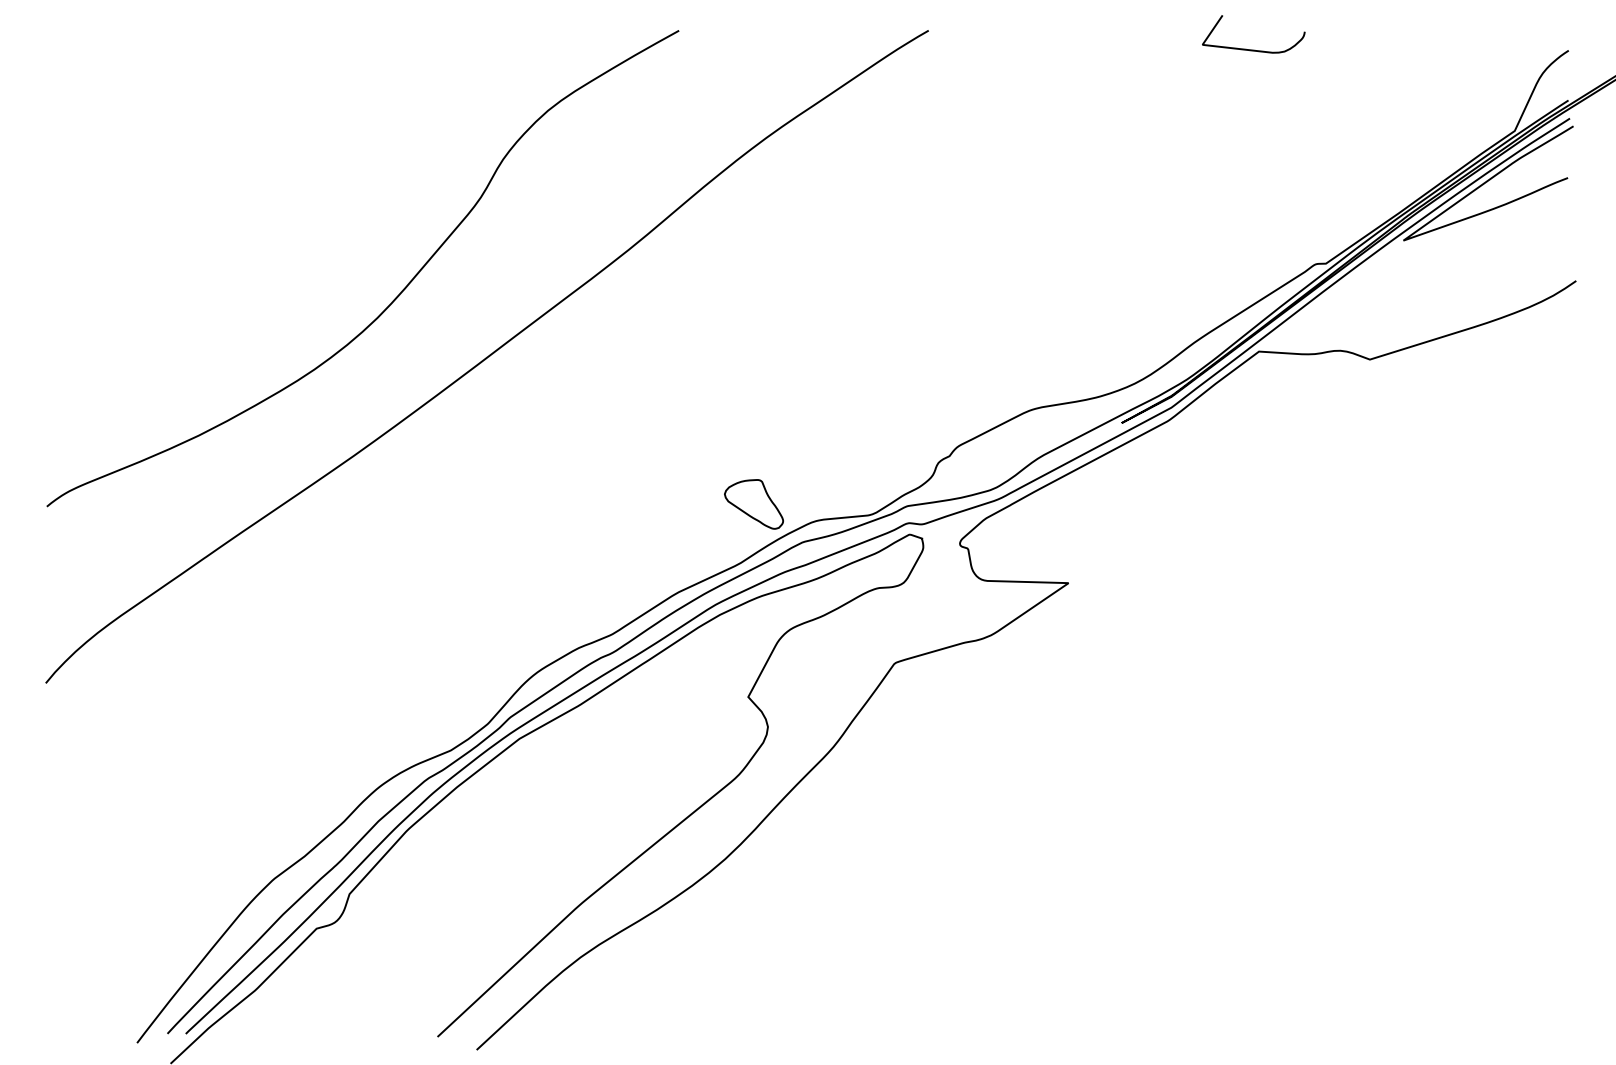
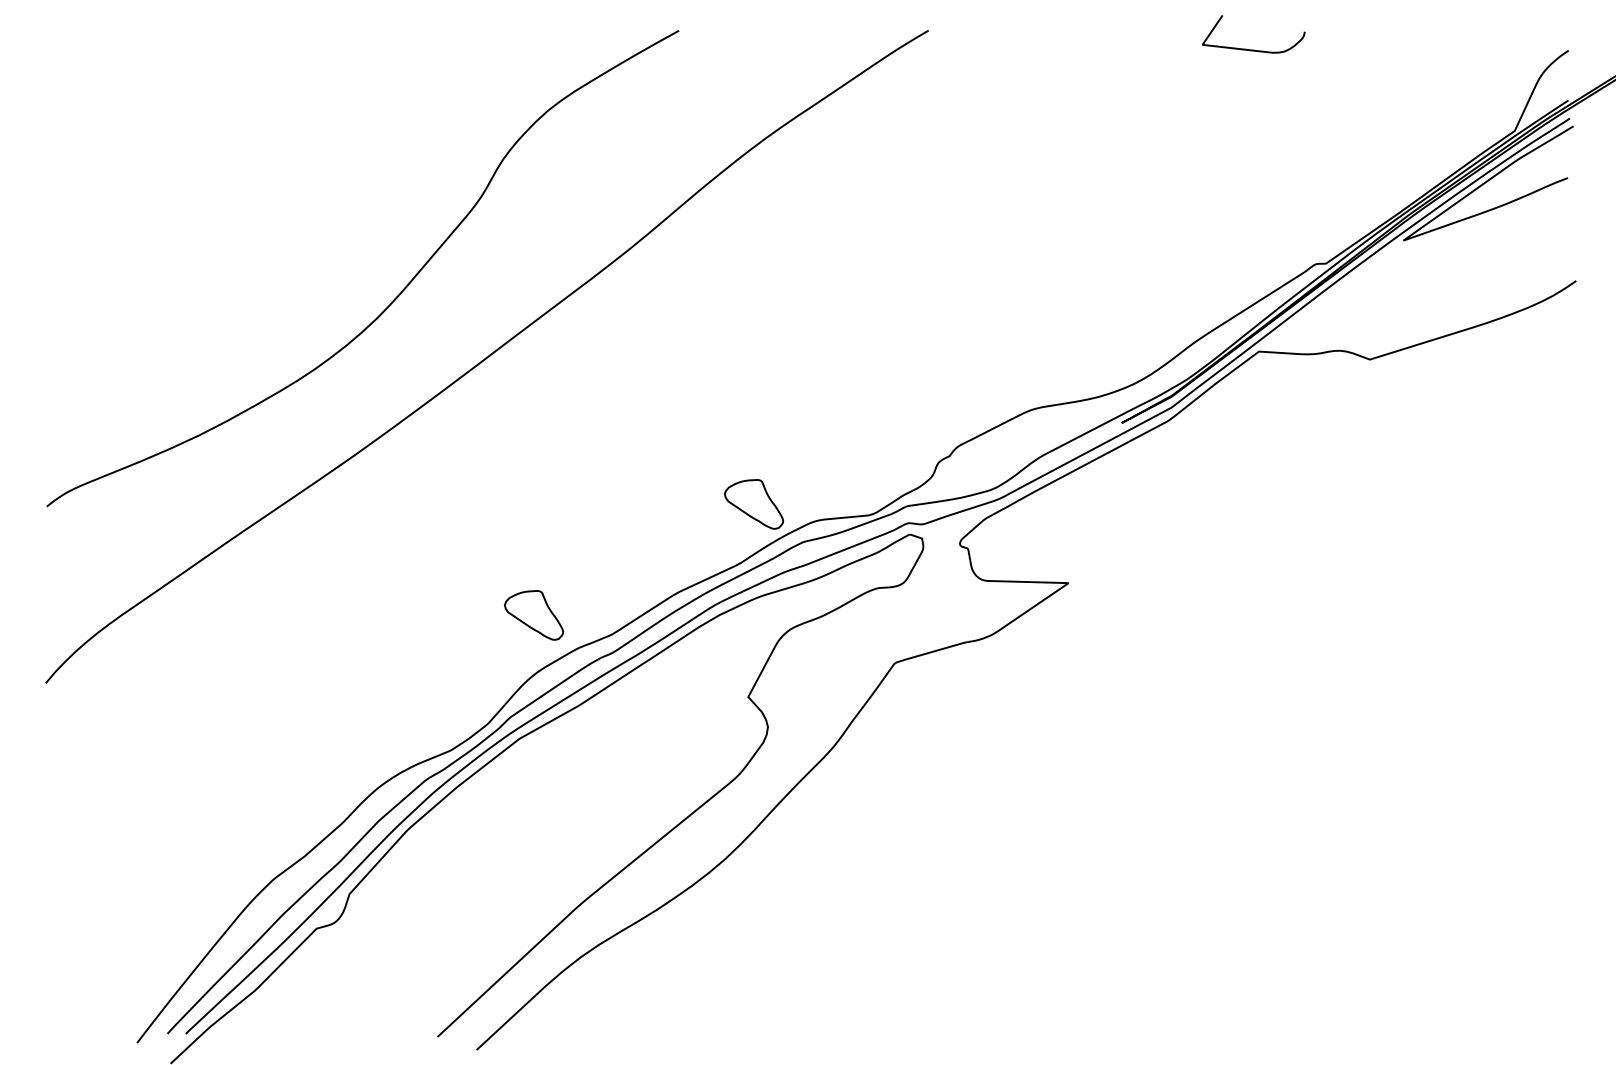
part at (533, 615): none -> present
